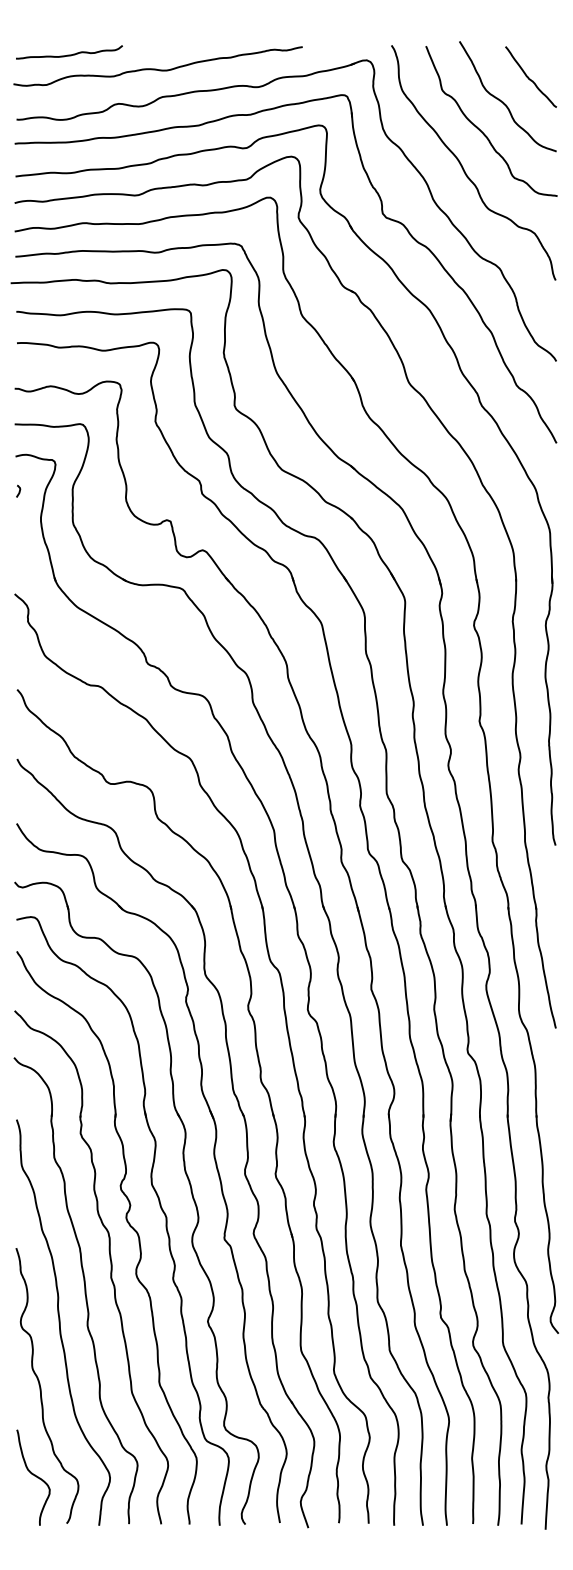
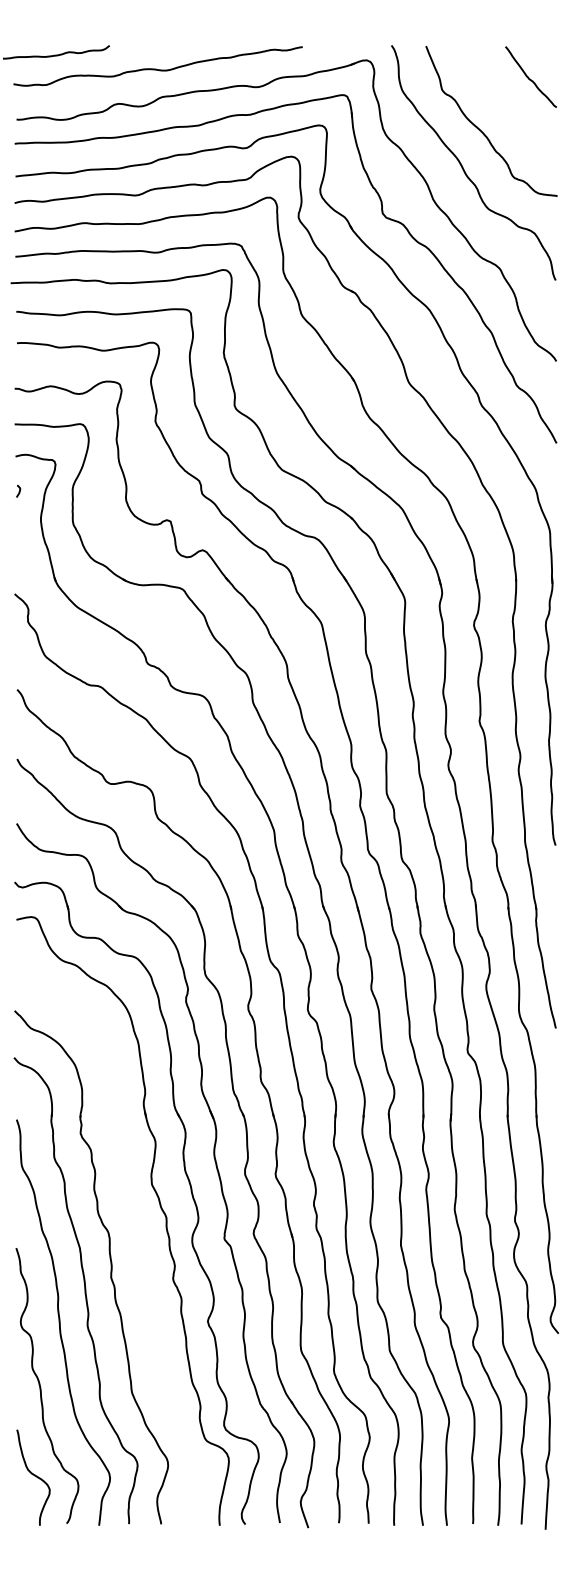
curve at (69, 54) position: (69, 54) -> (56, 54)
curve at (503, 101): present -> none
part at (127, 1223): present -> none
